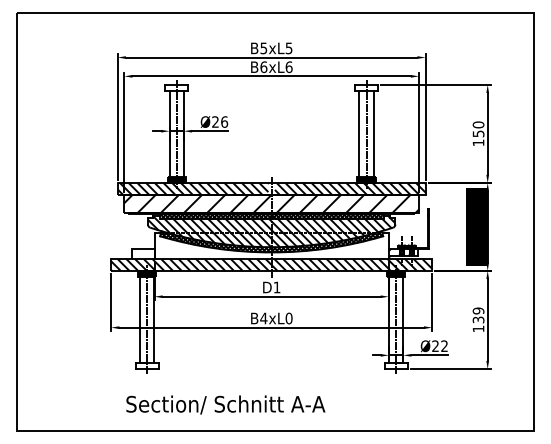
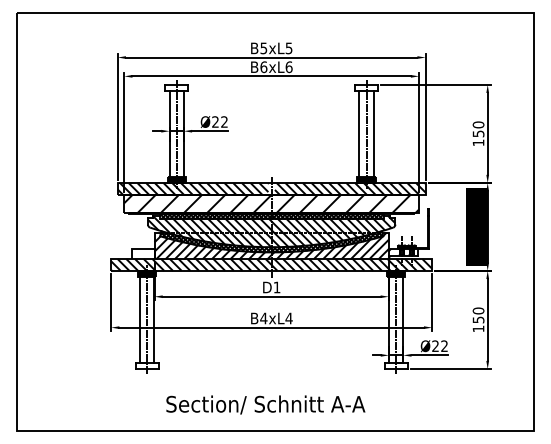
text at (224, 121): Ø26 -> Ø22
hatch at (271, 245): none -> present
text at (478, 314): 139 -> 150
text at (288, 318): B4xL0 -> B4xL4
text at (225, 404) position: (225, 404) -> (265, 404)
